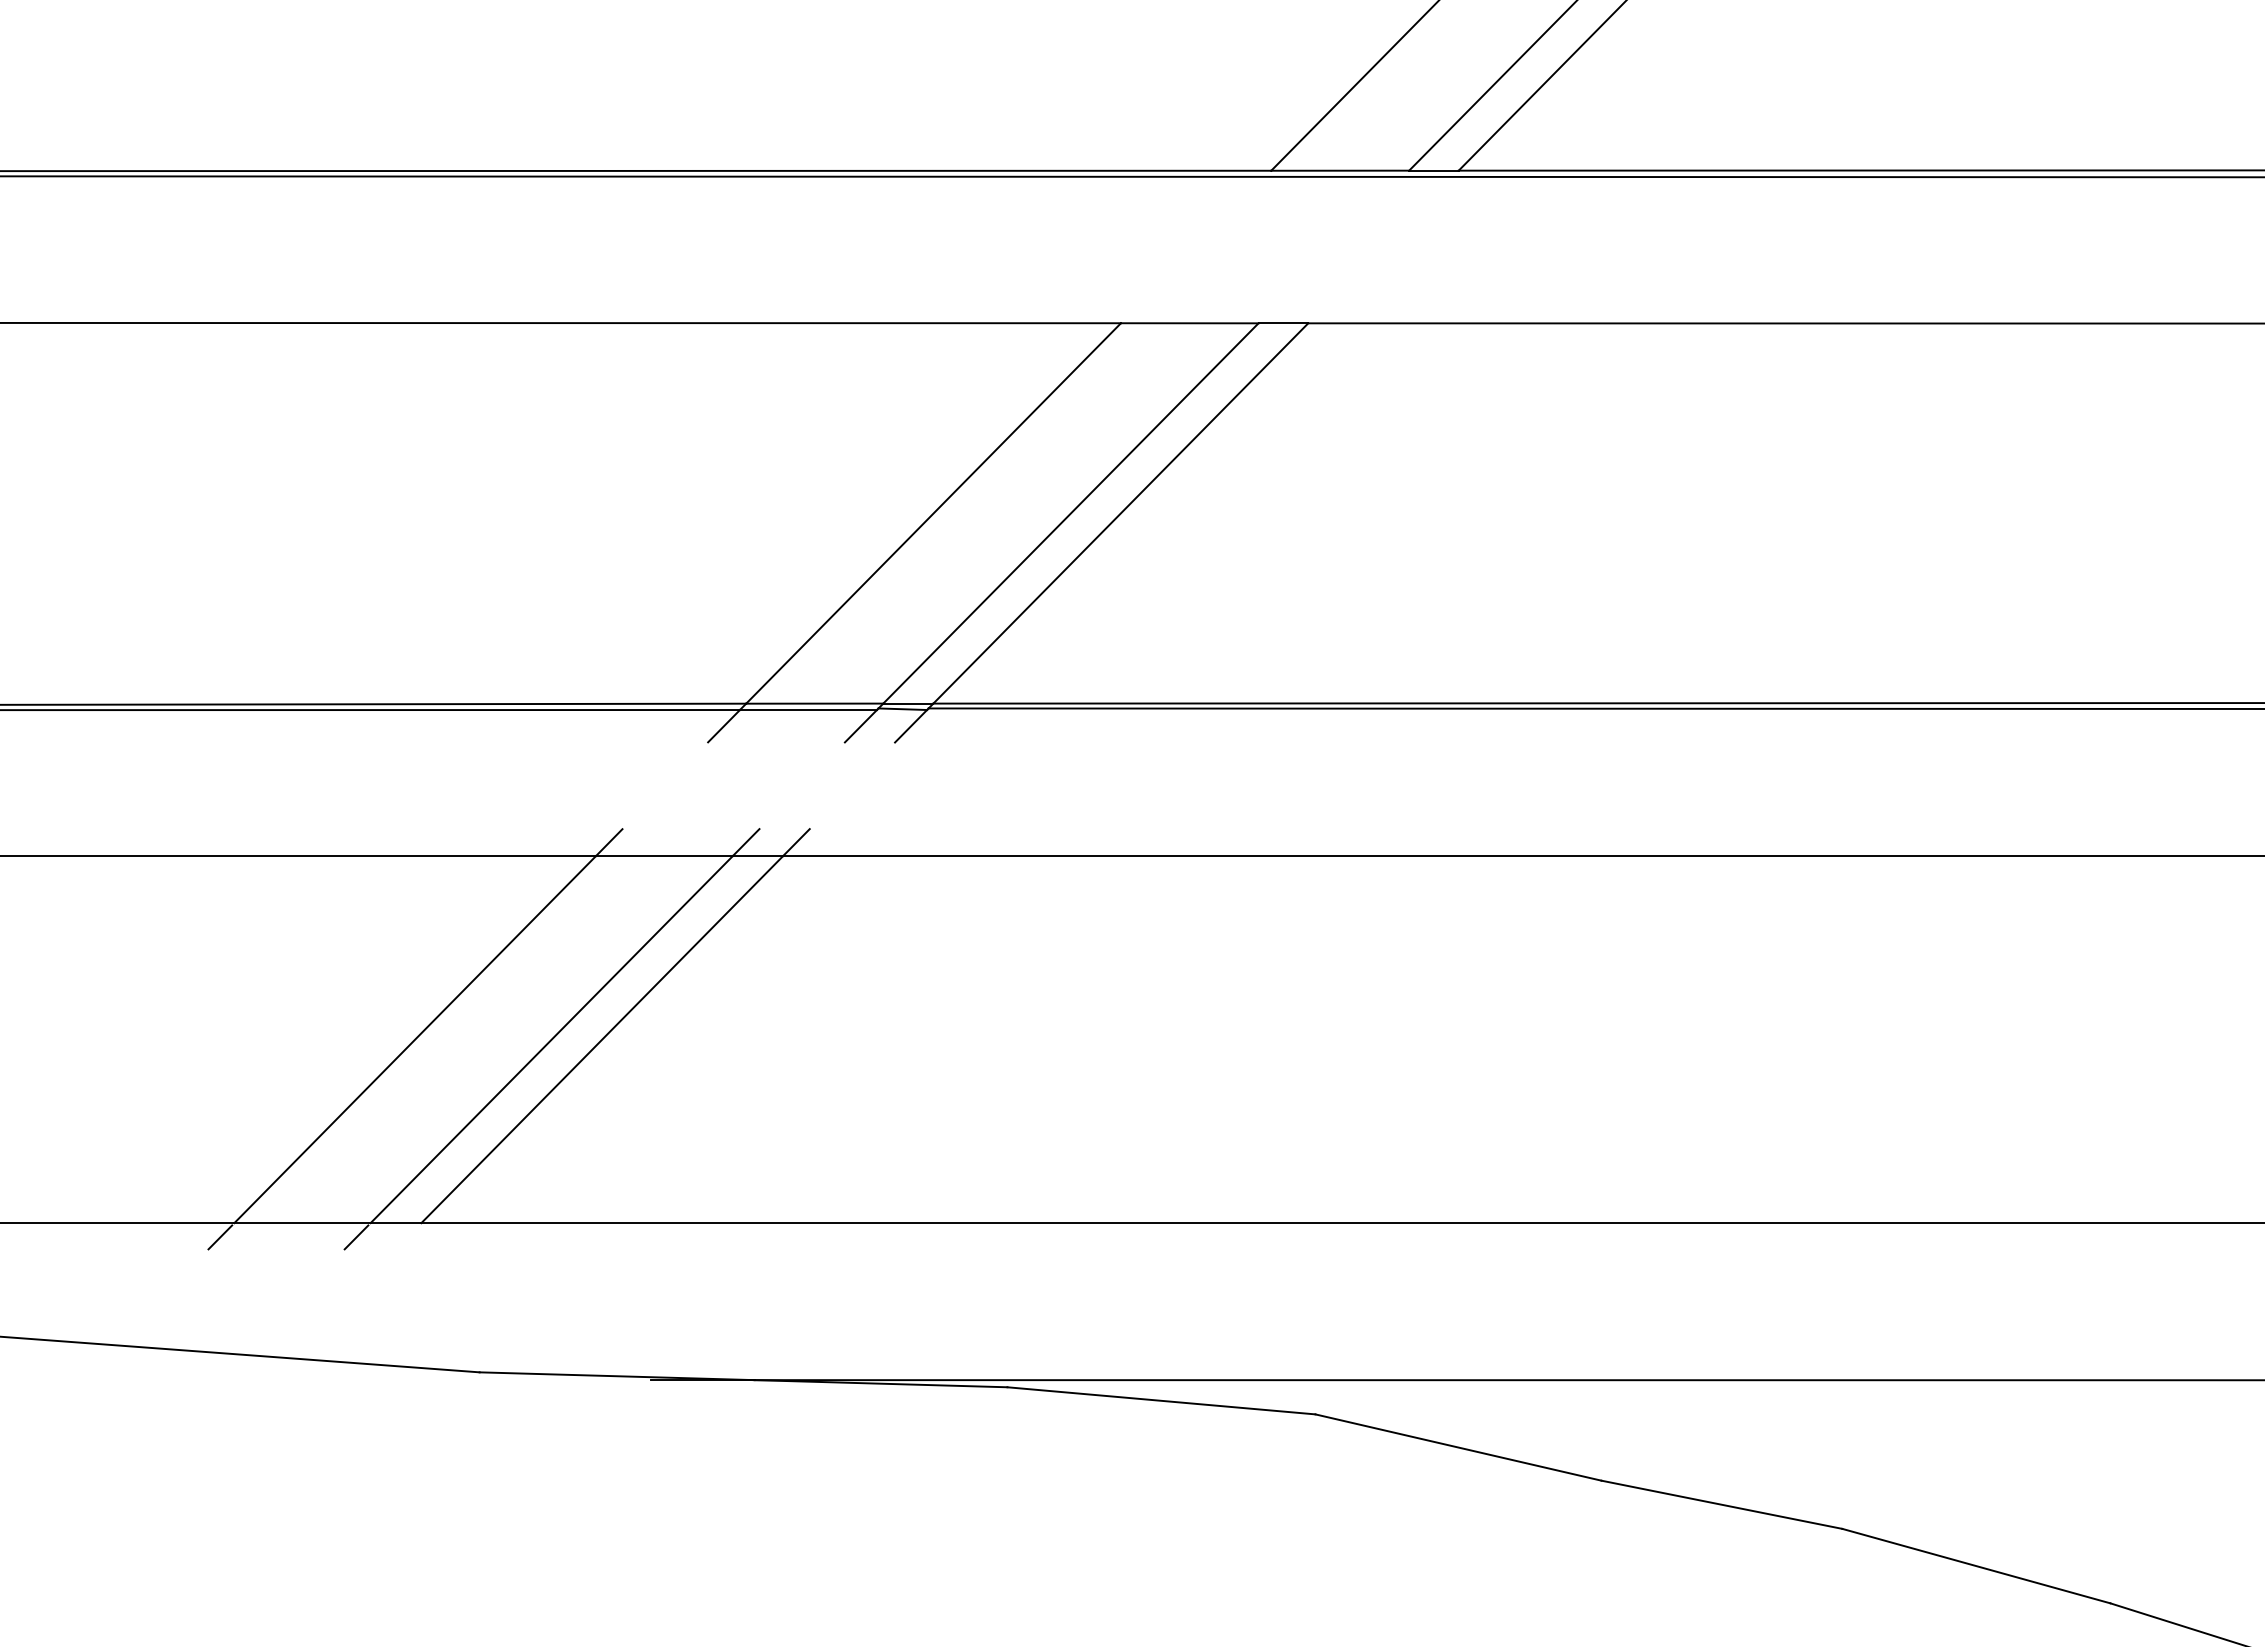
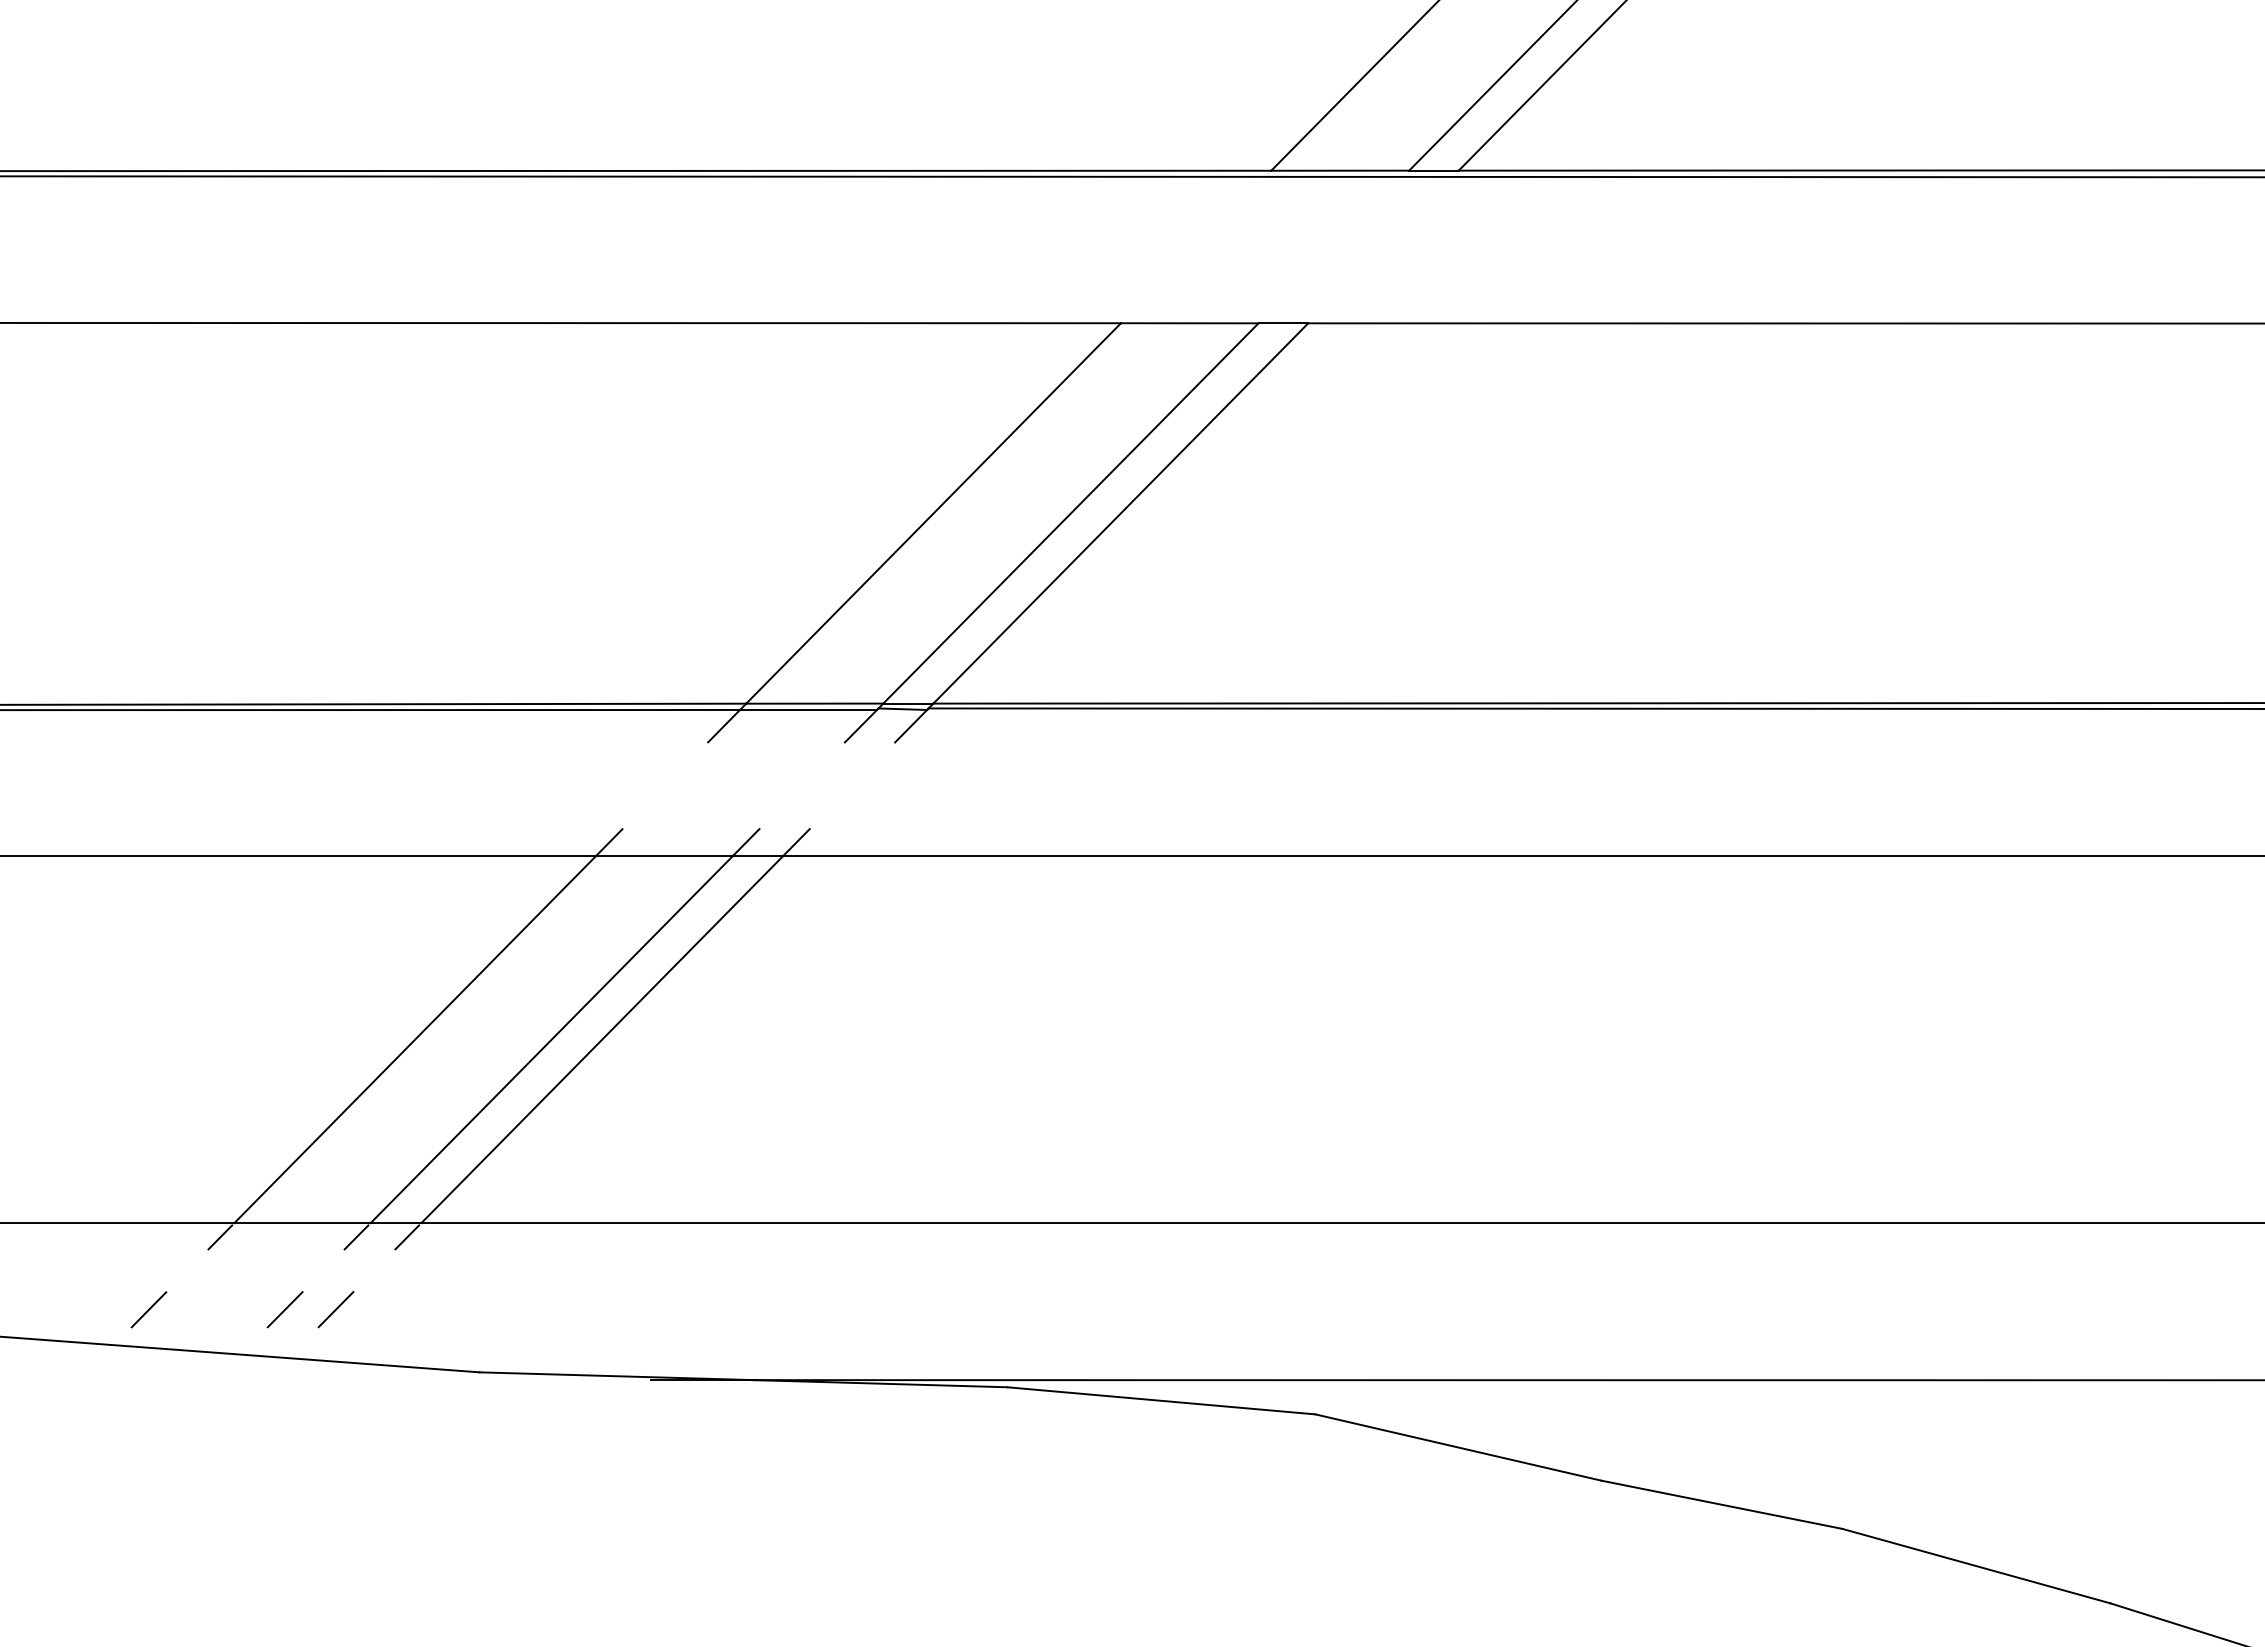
line at (407, 1237): none -> present
line at (148, 1309): none -> present
line at (284, 1309): none -> present
line at (335, 1309): none -> present
